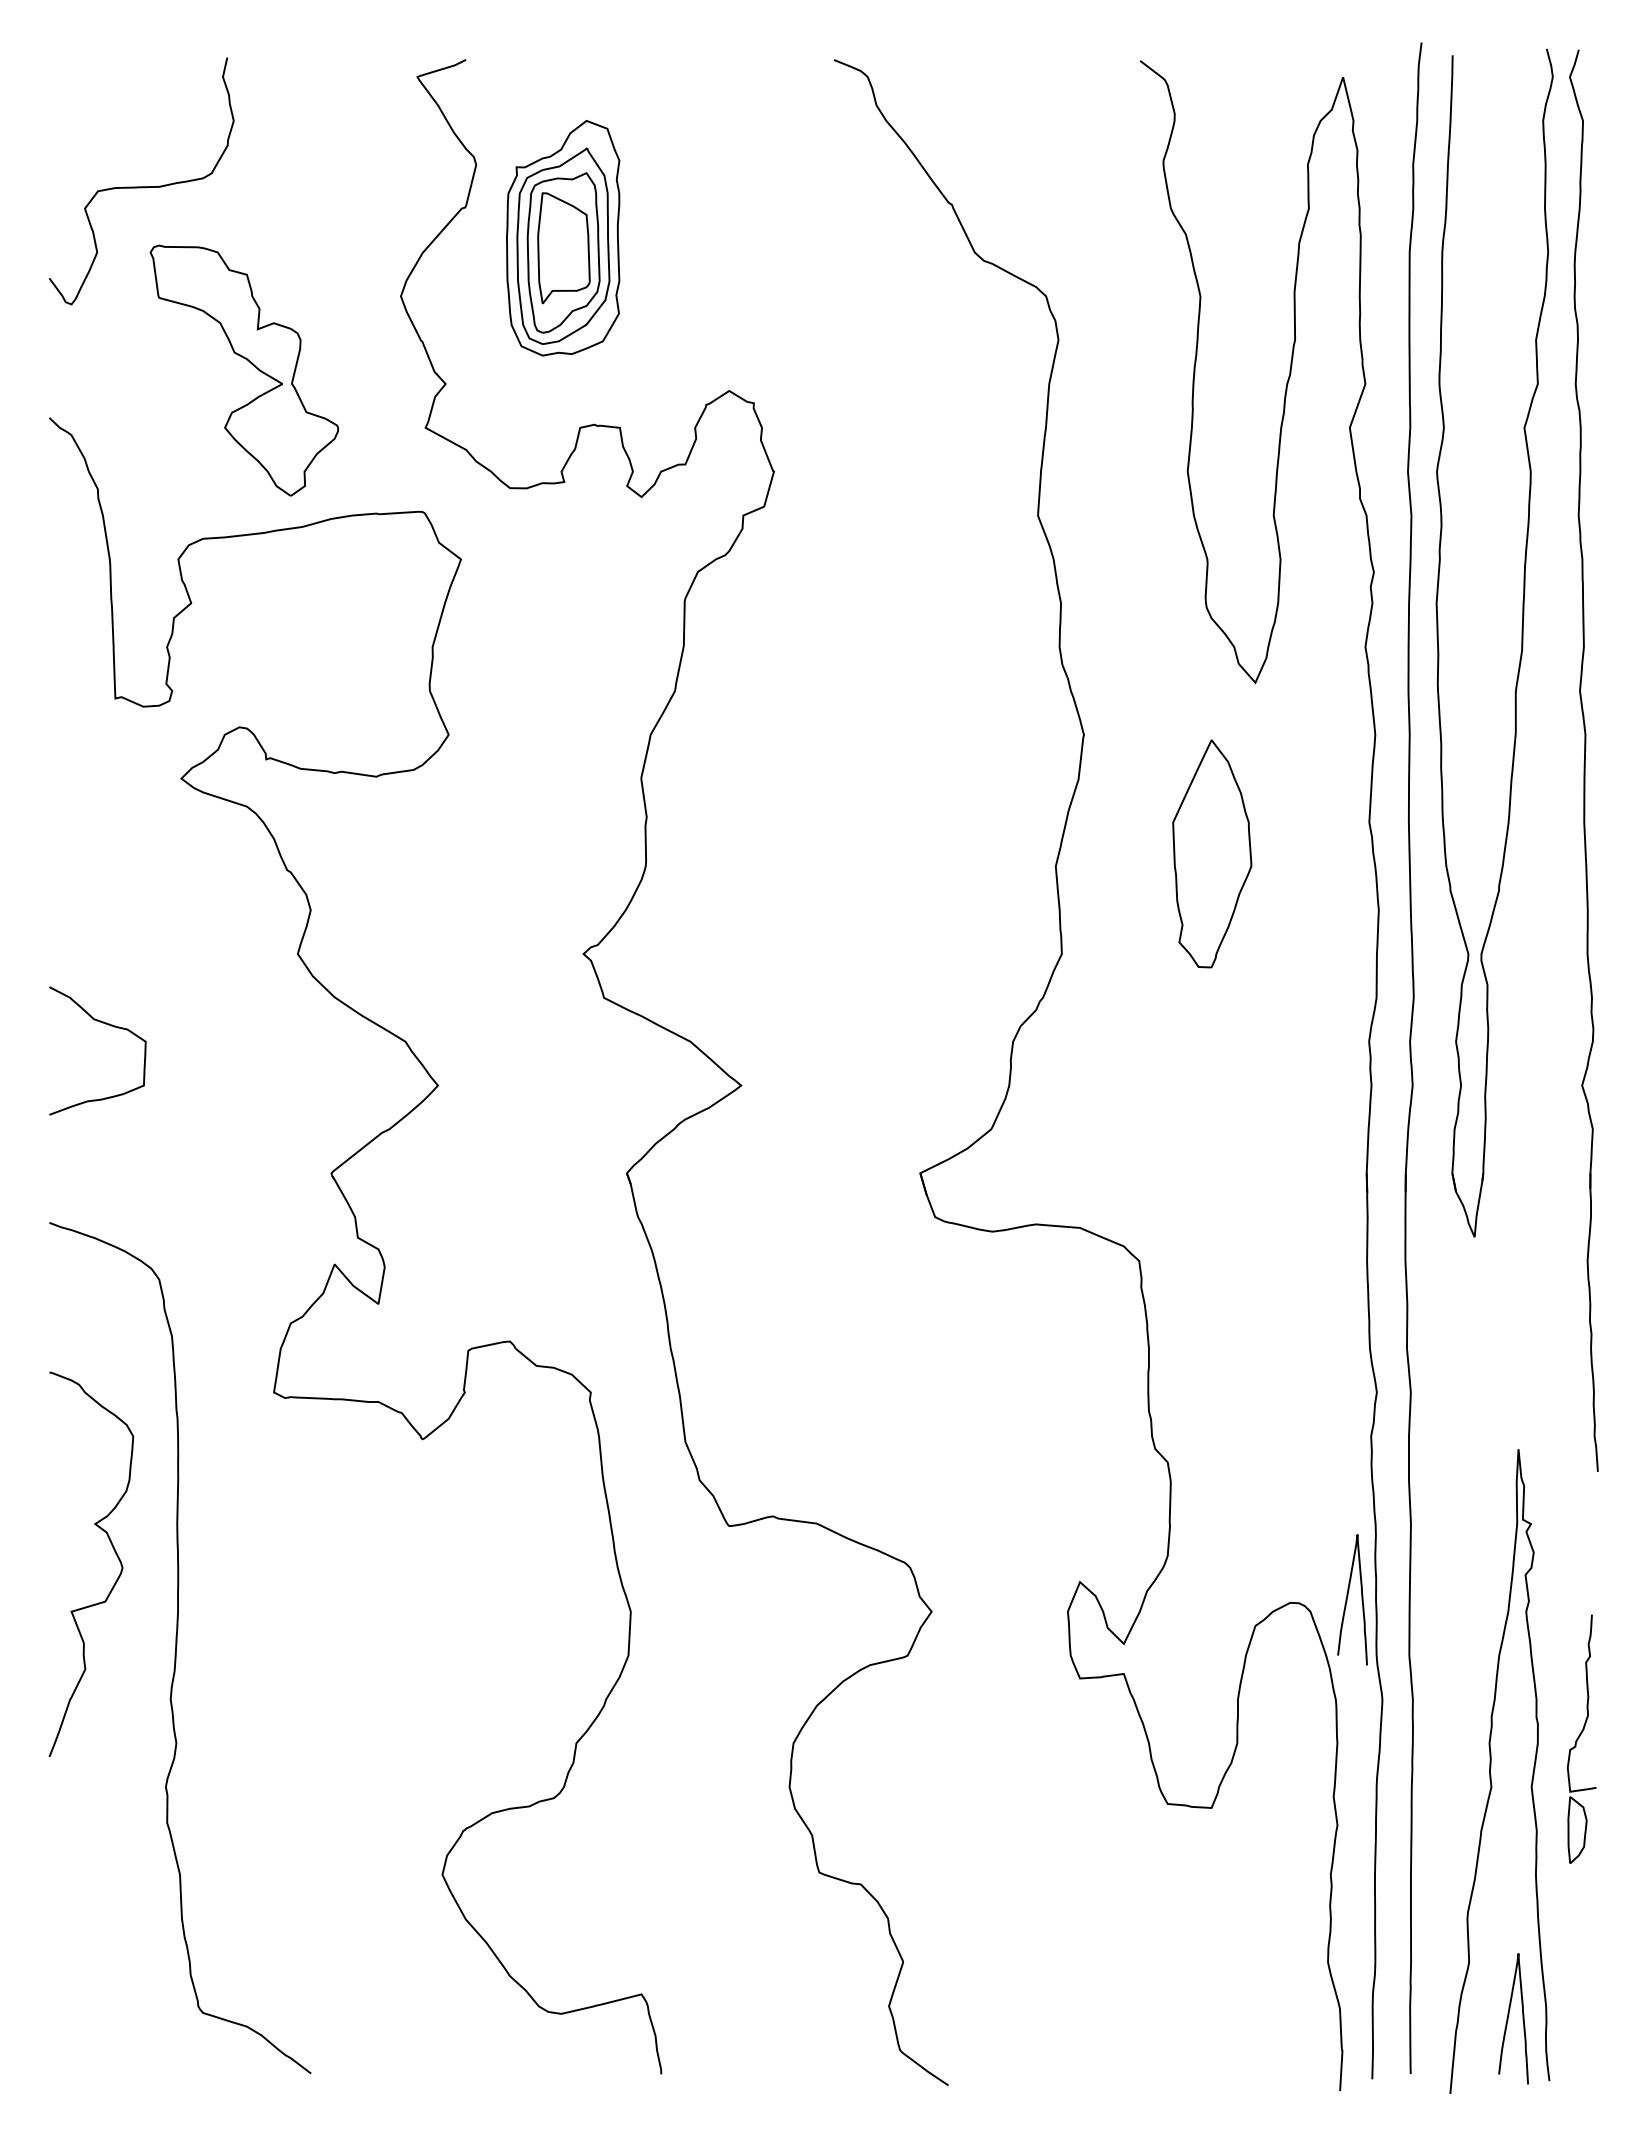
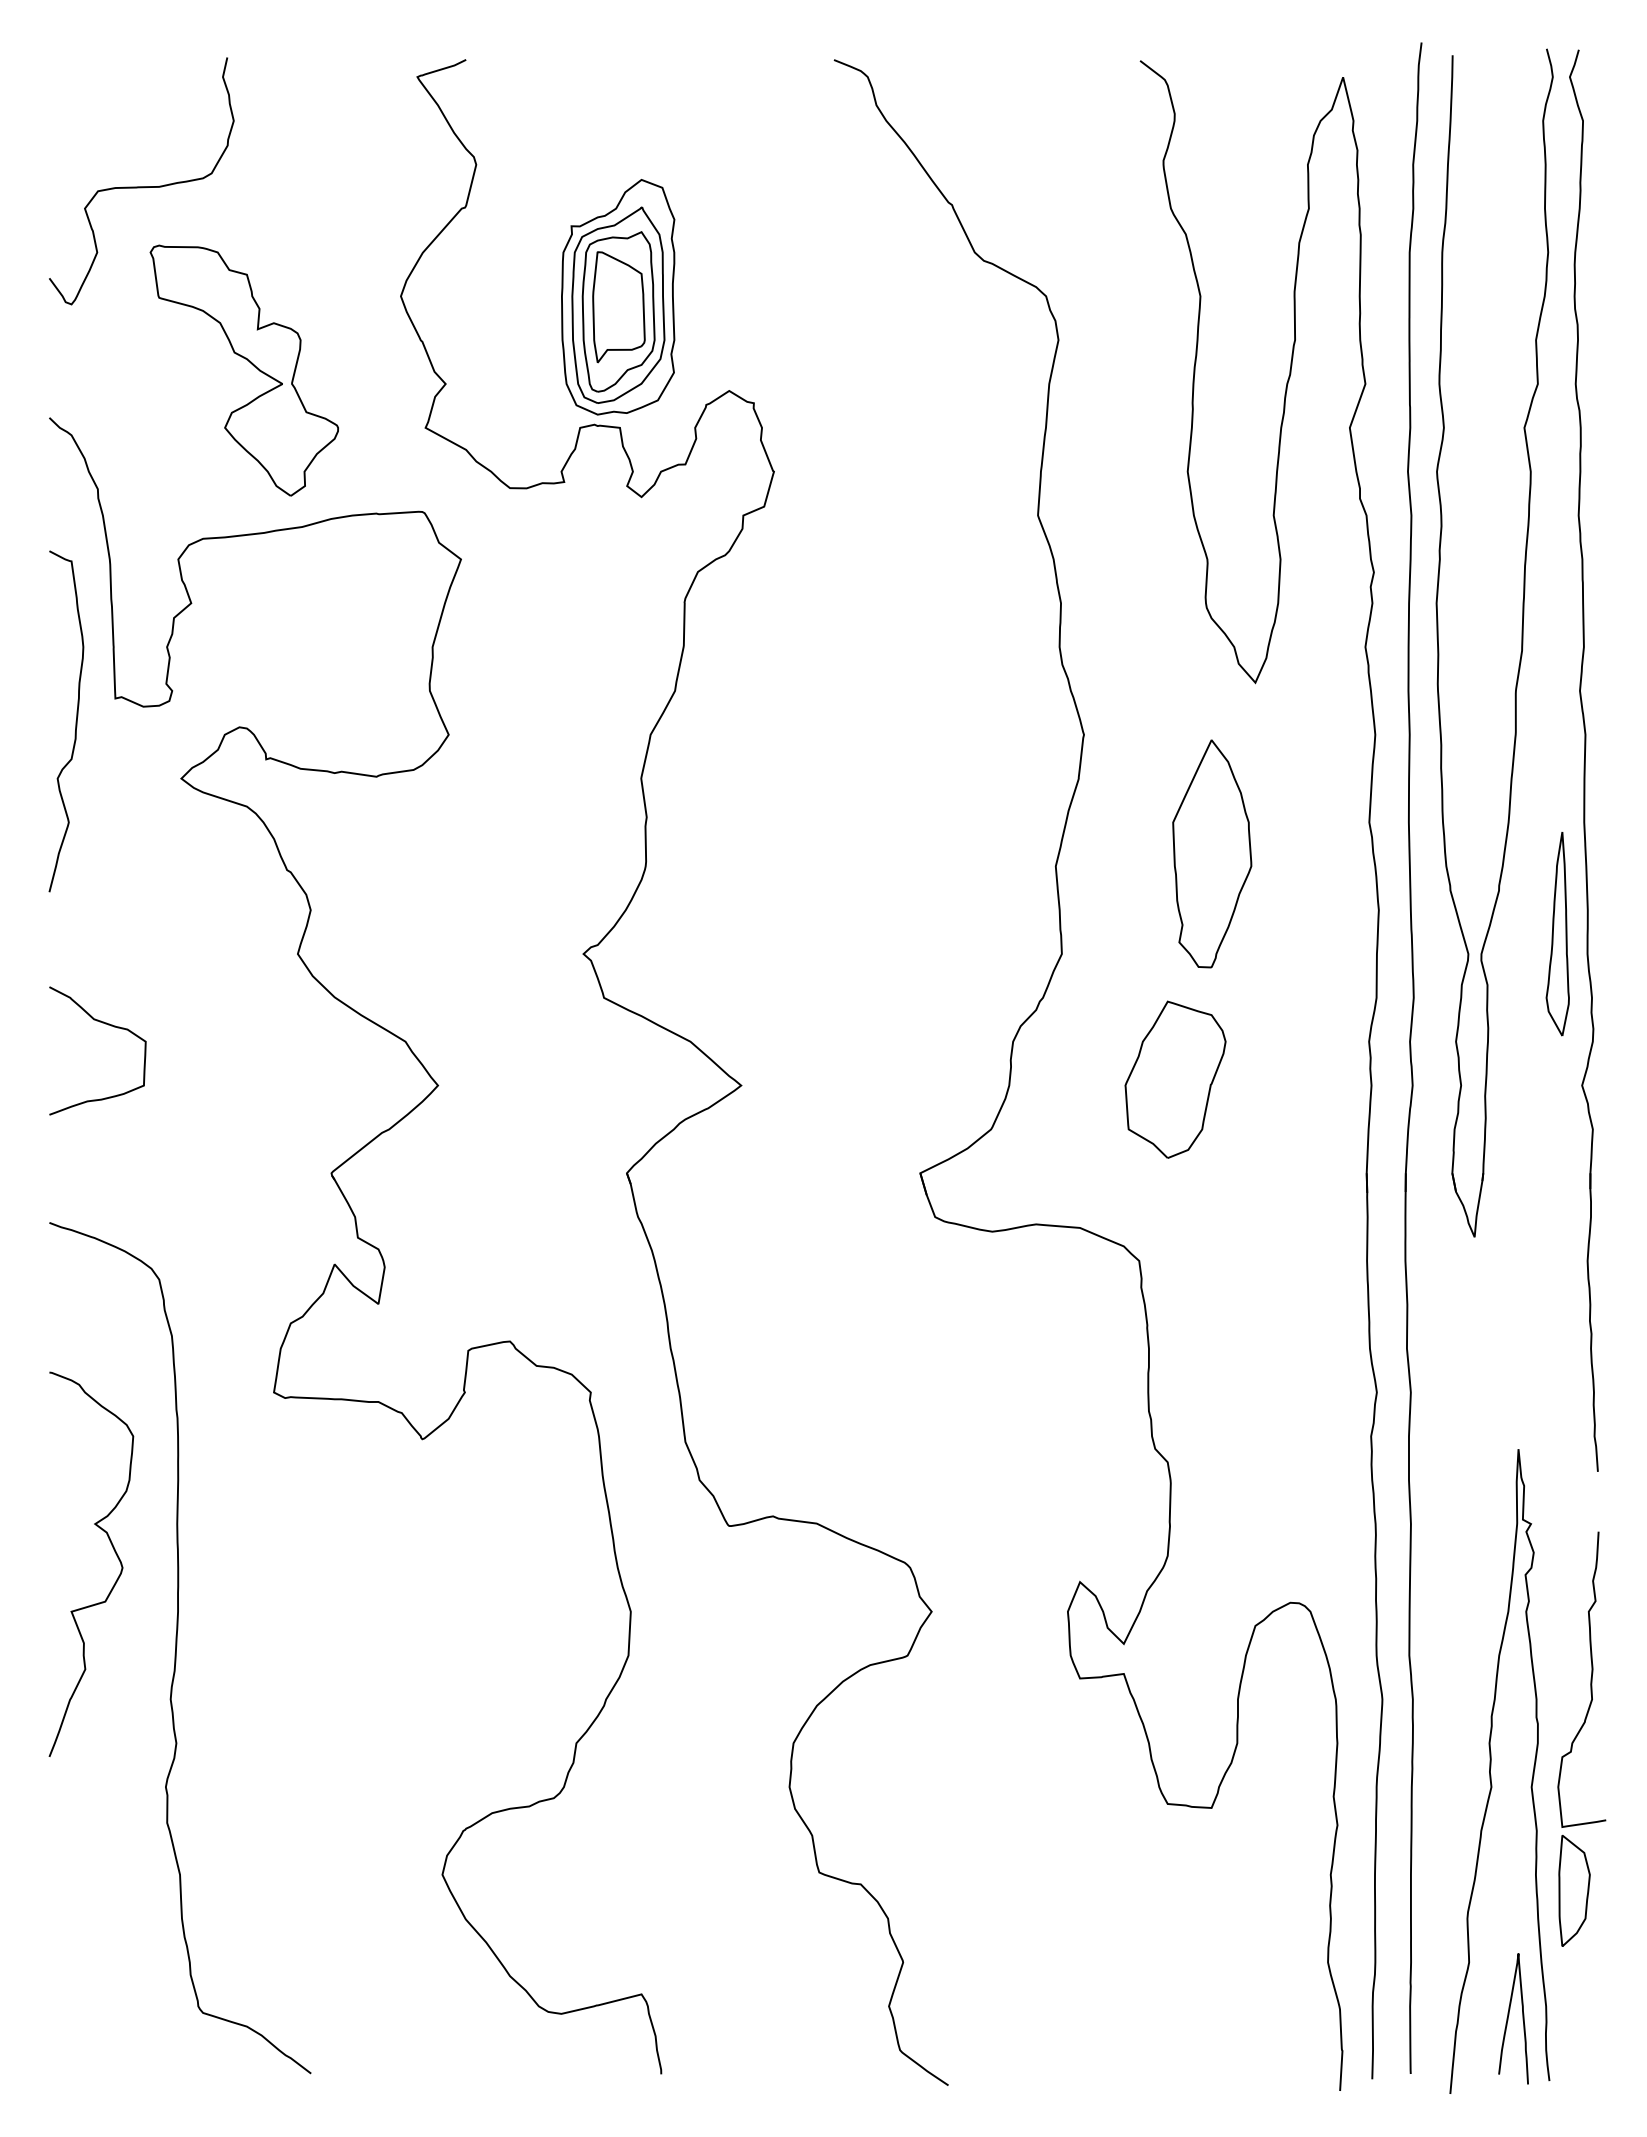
part at (563, 238) position: (563, 238) -> (618, 297)
curve at (75, 721): none -> present
part at (1557, 934): none -> present
part at (1175, 1079): none -> present
curve at (1348, 1596): present -> none
part at (1581, 1738) size: 31x250 px -> 50x416 px
